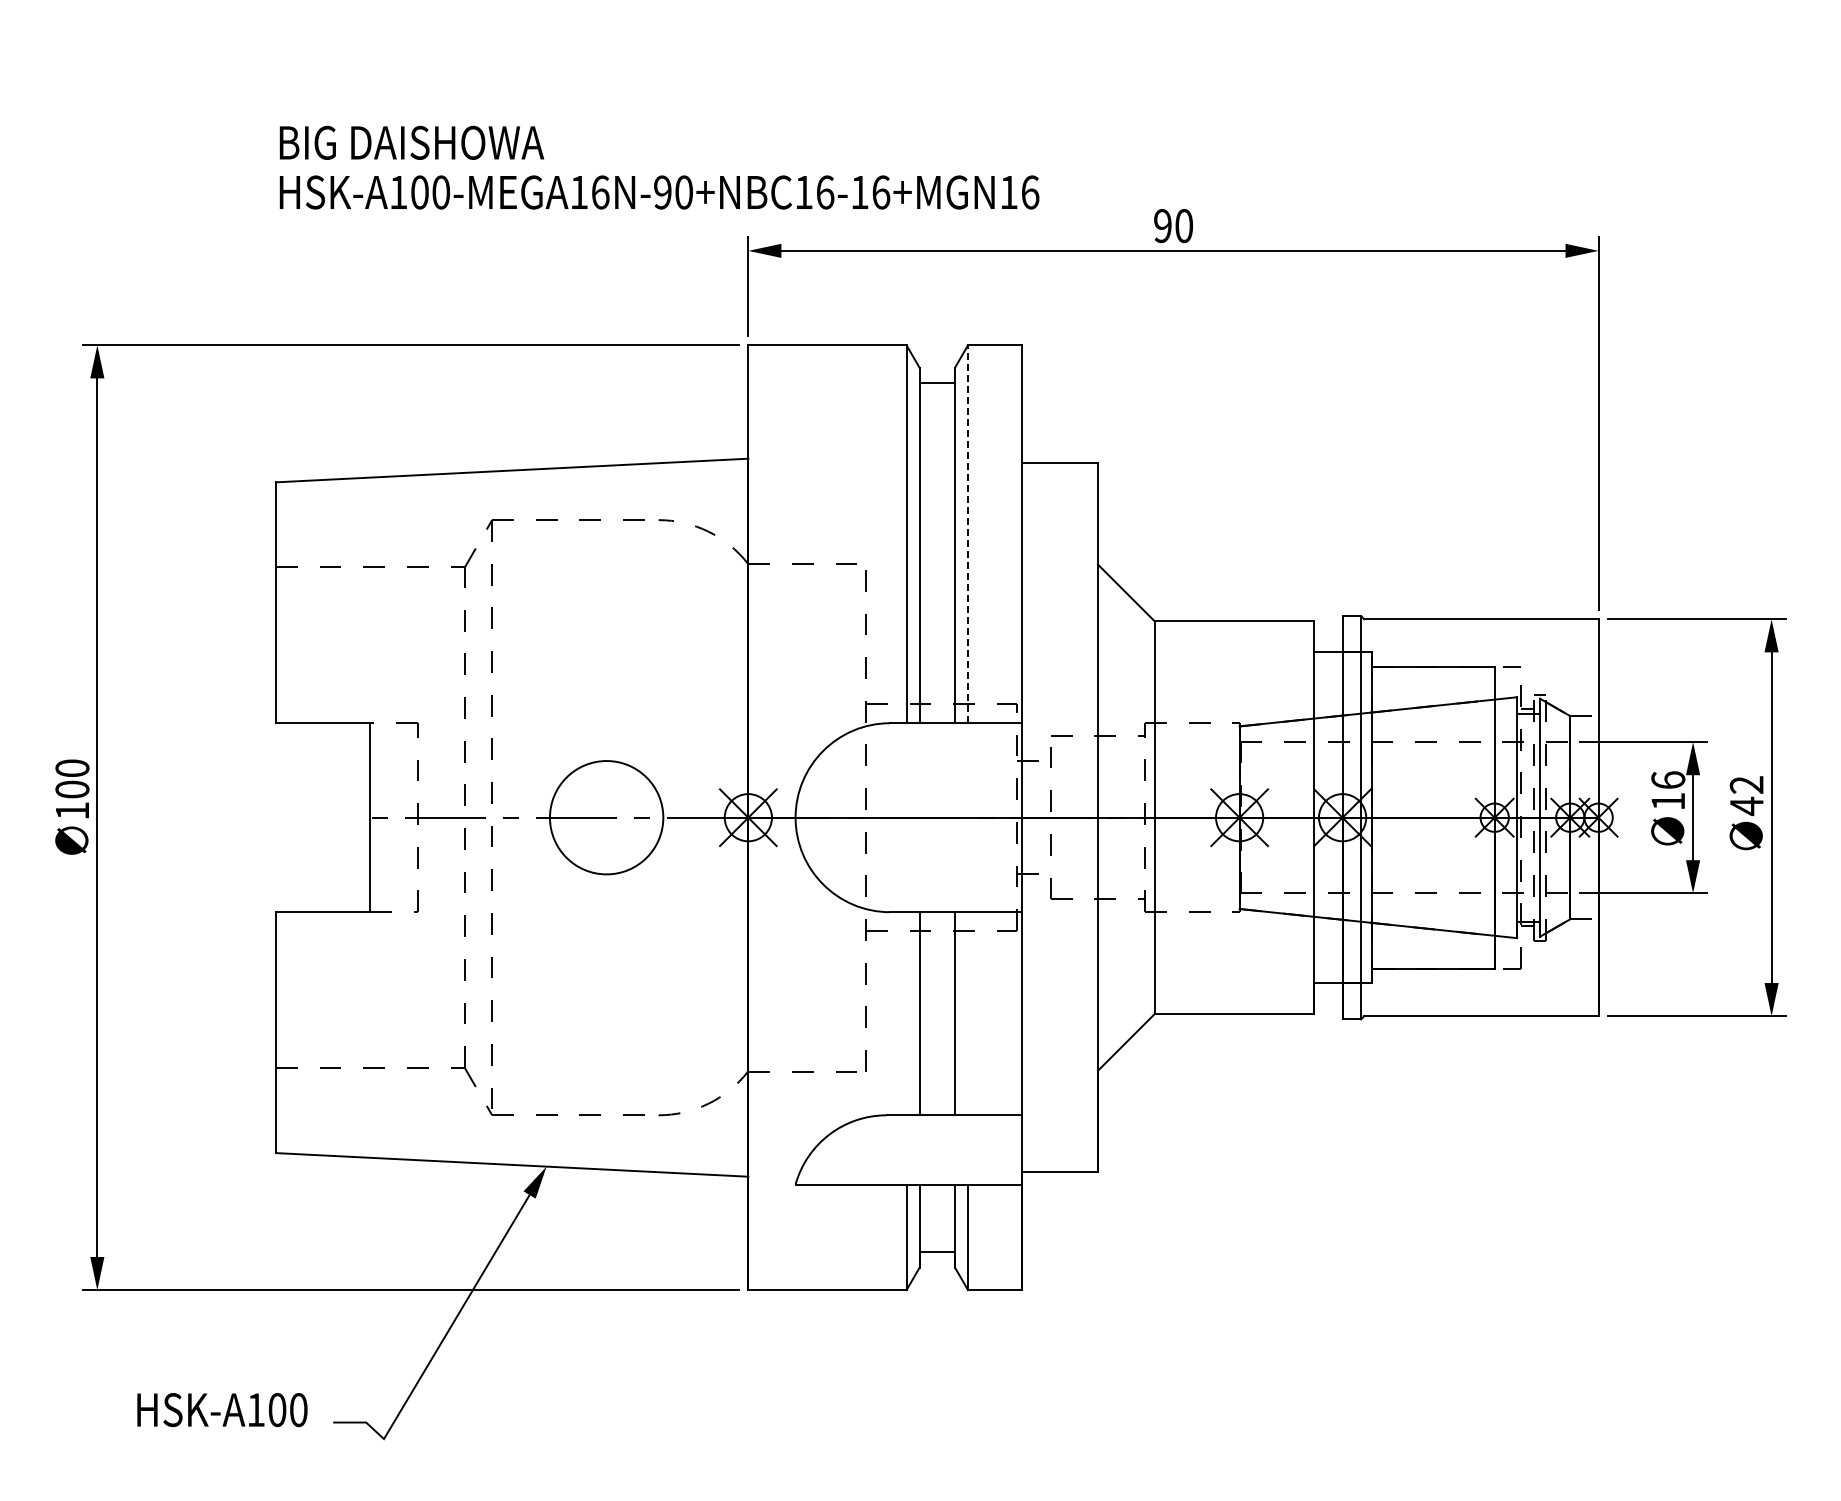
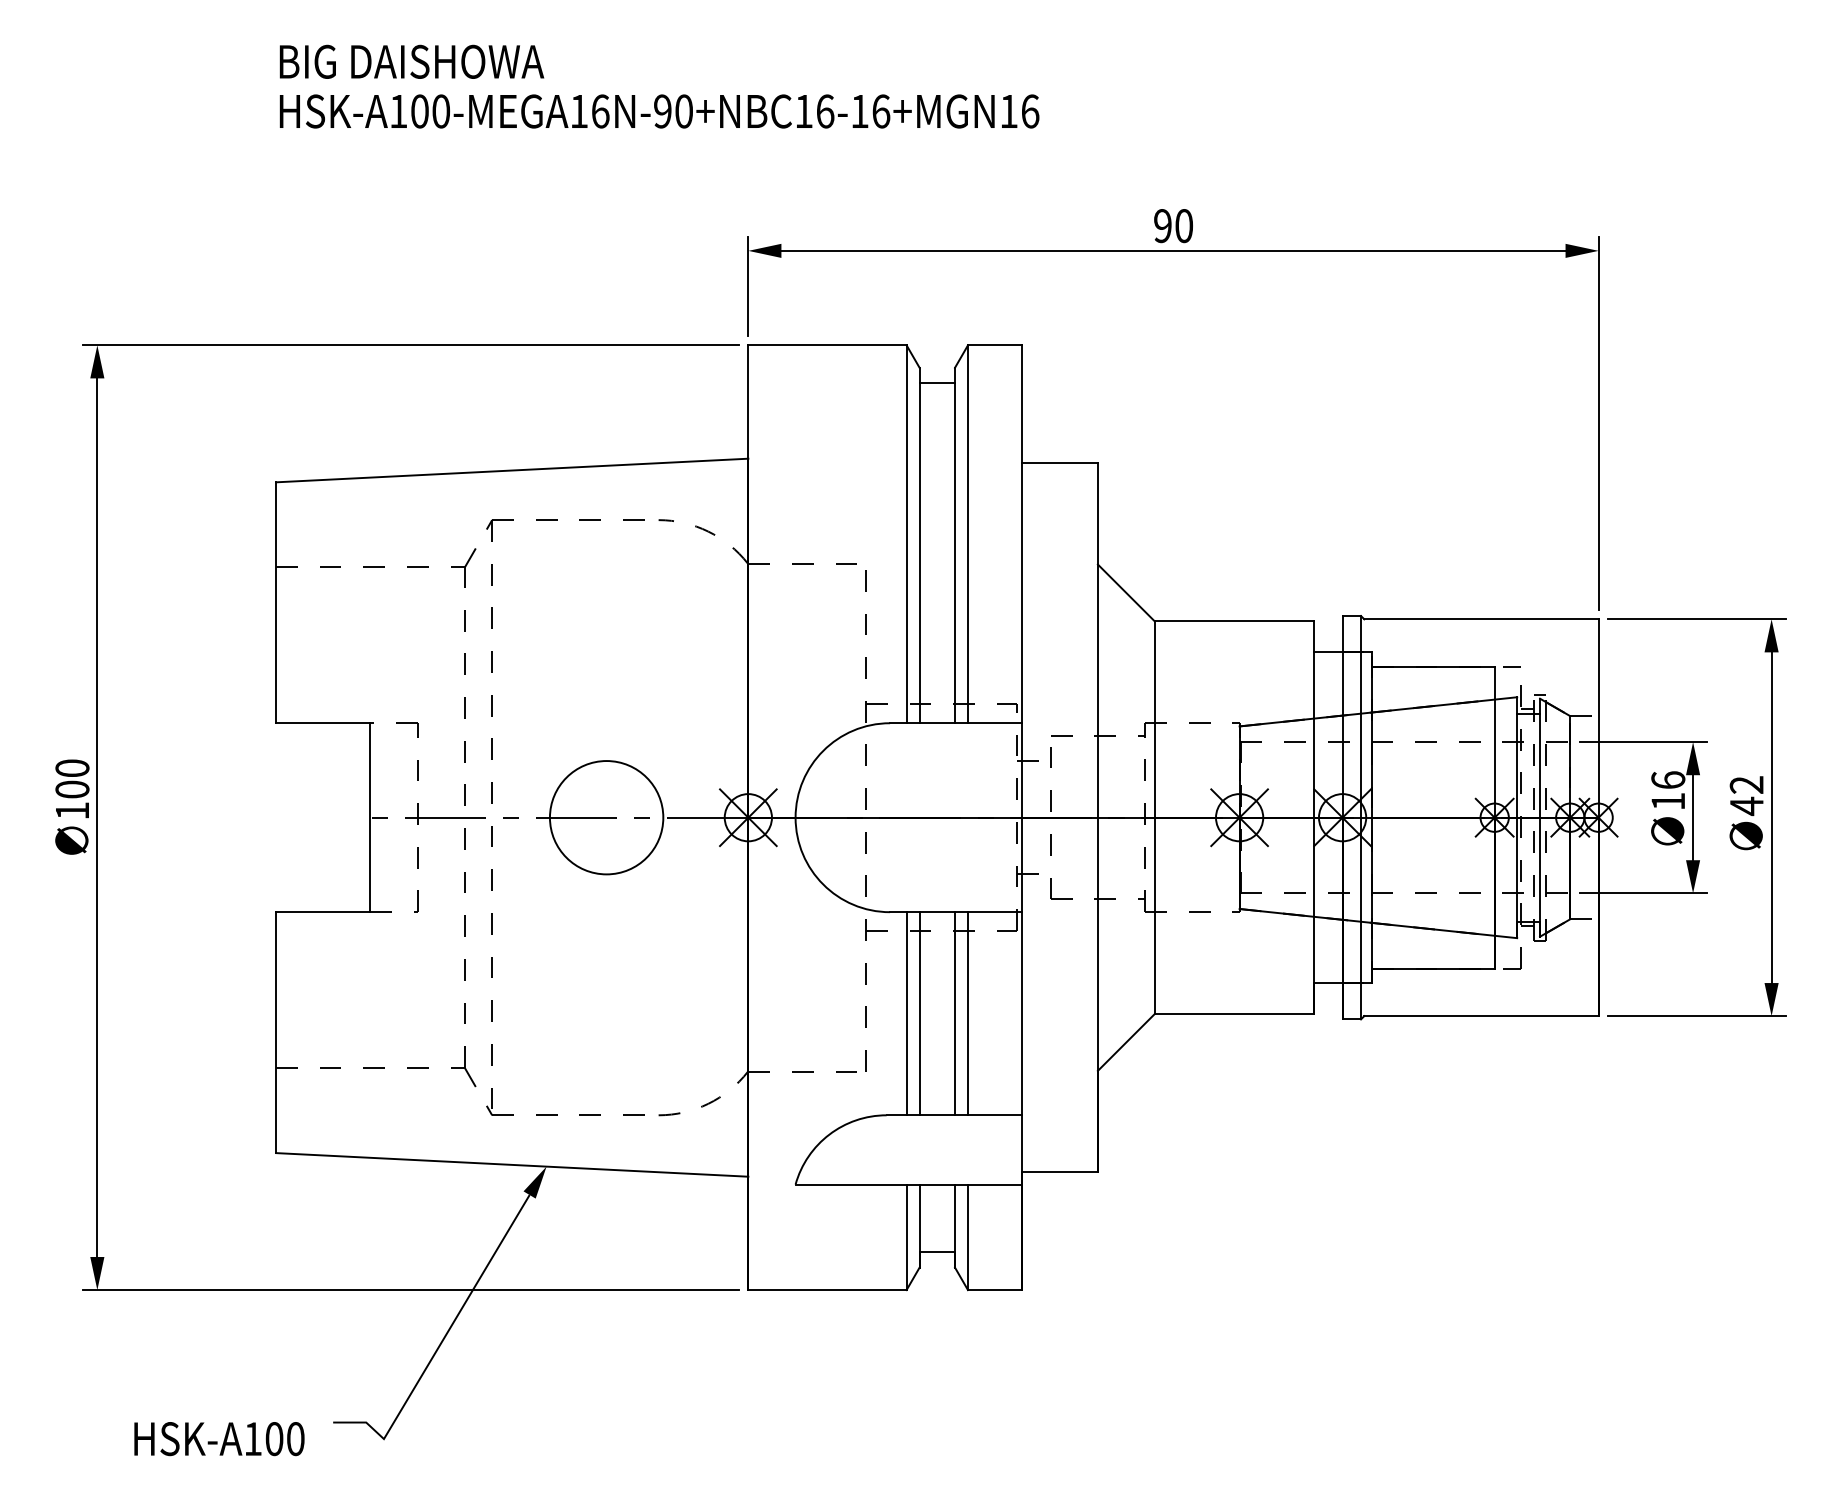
text at (659, 167) position: (659, 167) -> (659, 86)
line at (967, 534): dashed -> solid
line at (906, 1013): none -> present
line at (967, 1013): none -> present
text at (222, 1410) position: (222, 1410) -> (219, 1439)
